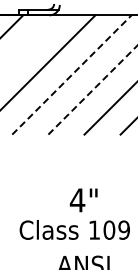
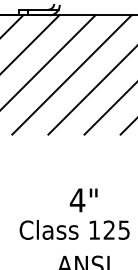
line at (30, 43): none -> present
line at (72, 74): dashed -> solid
line at (92, 90): dashed -> solid
text at (116, 229): 109 -> 125
